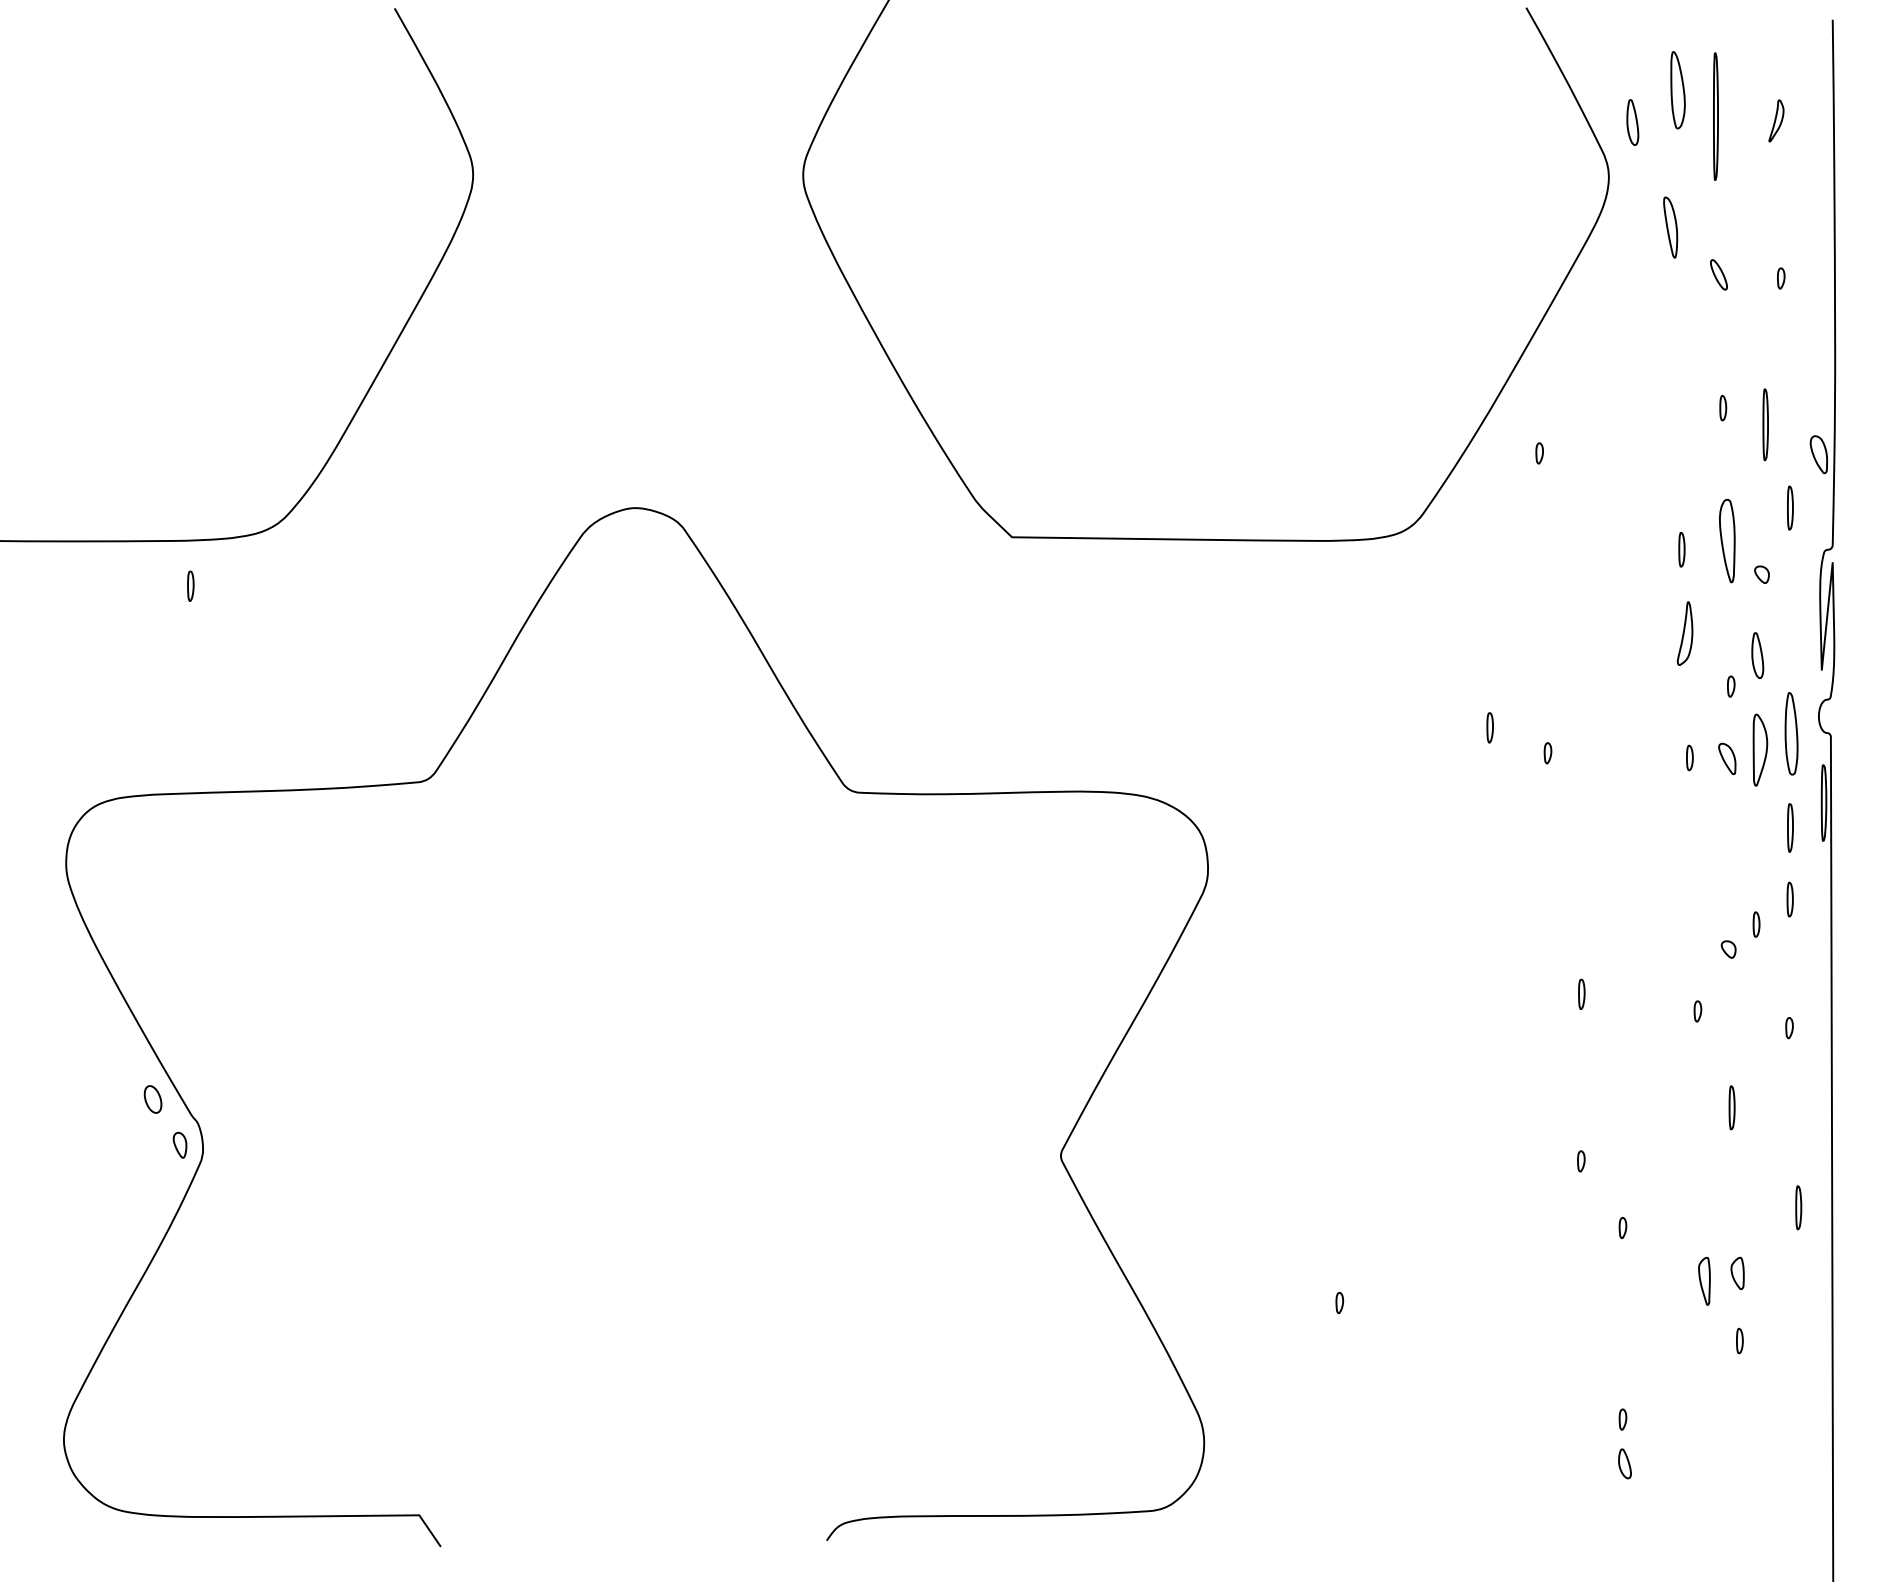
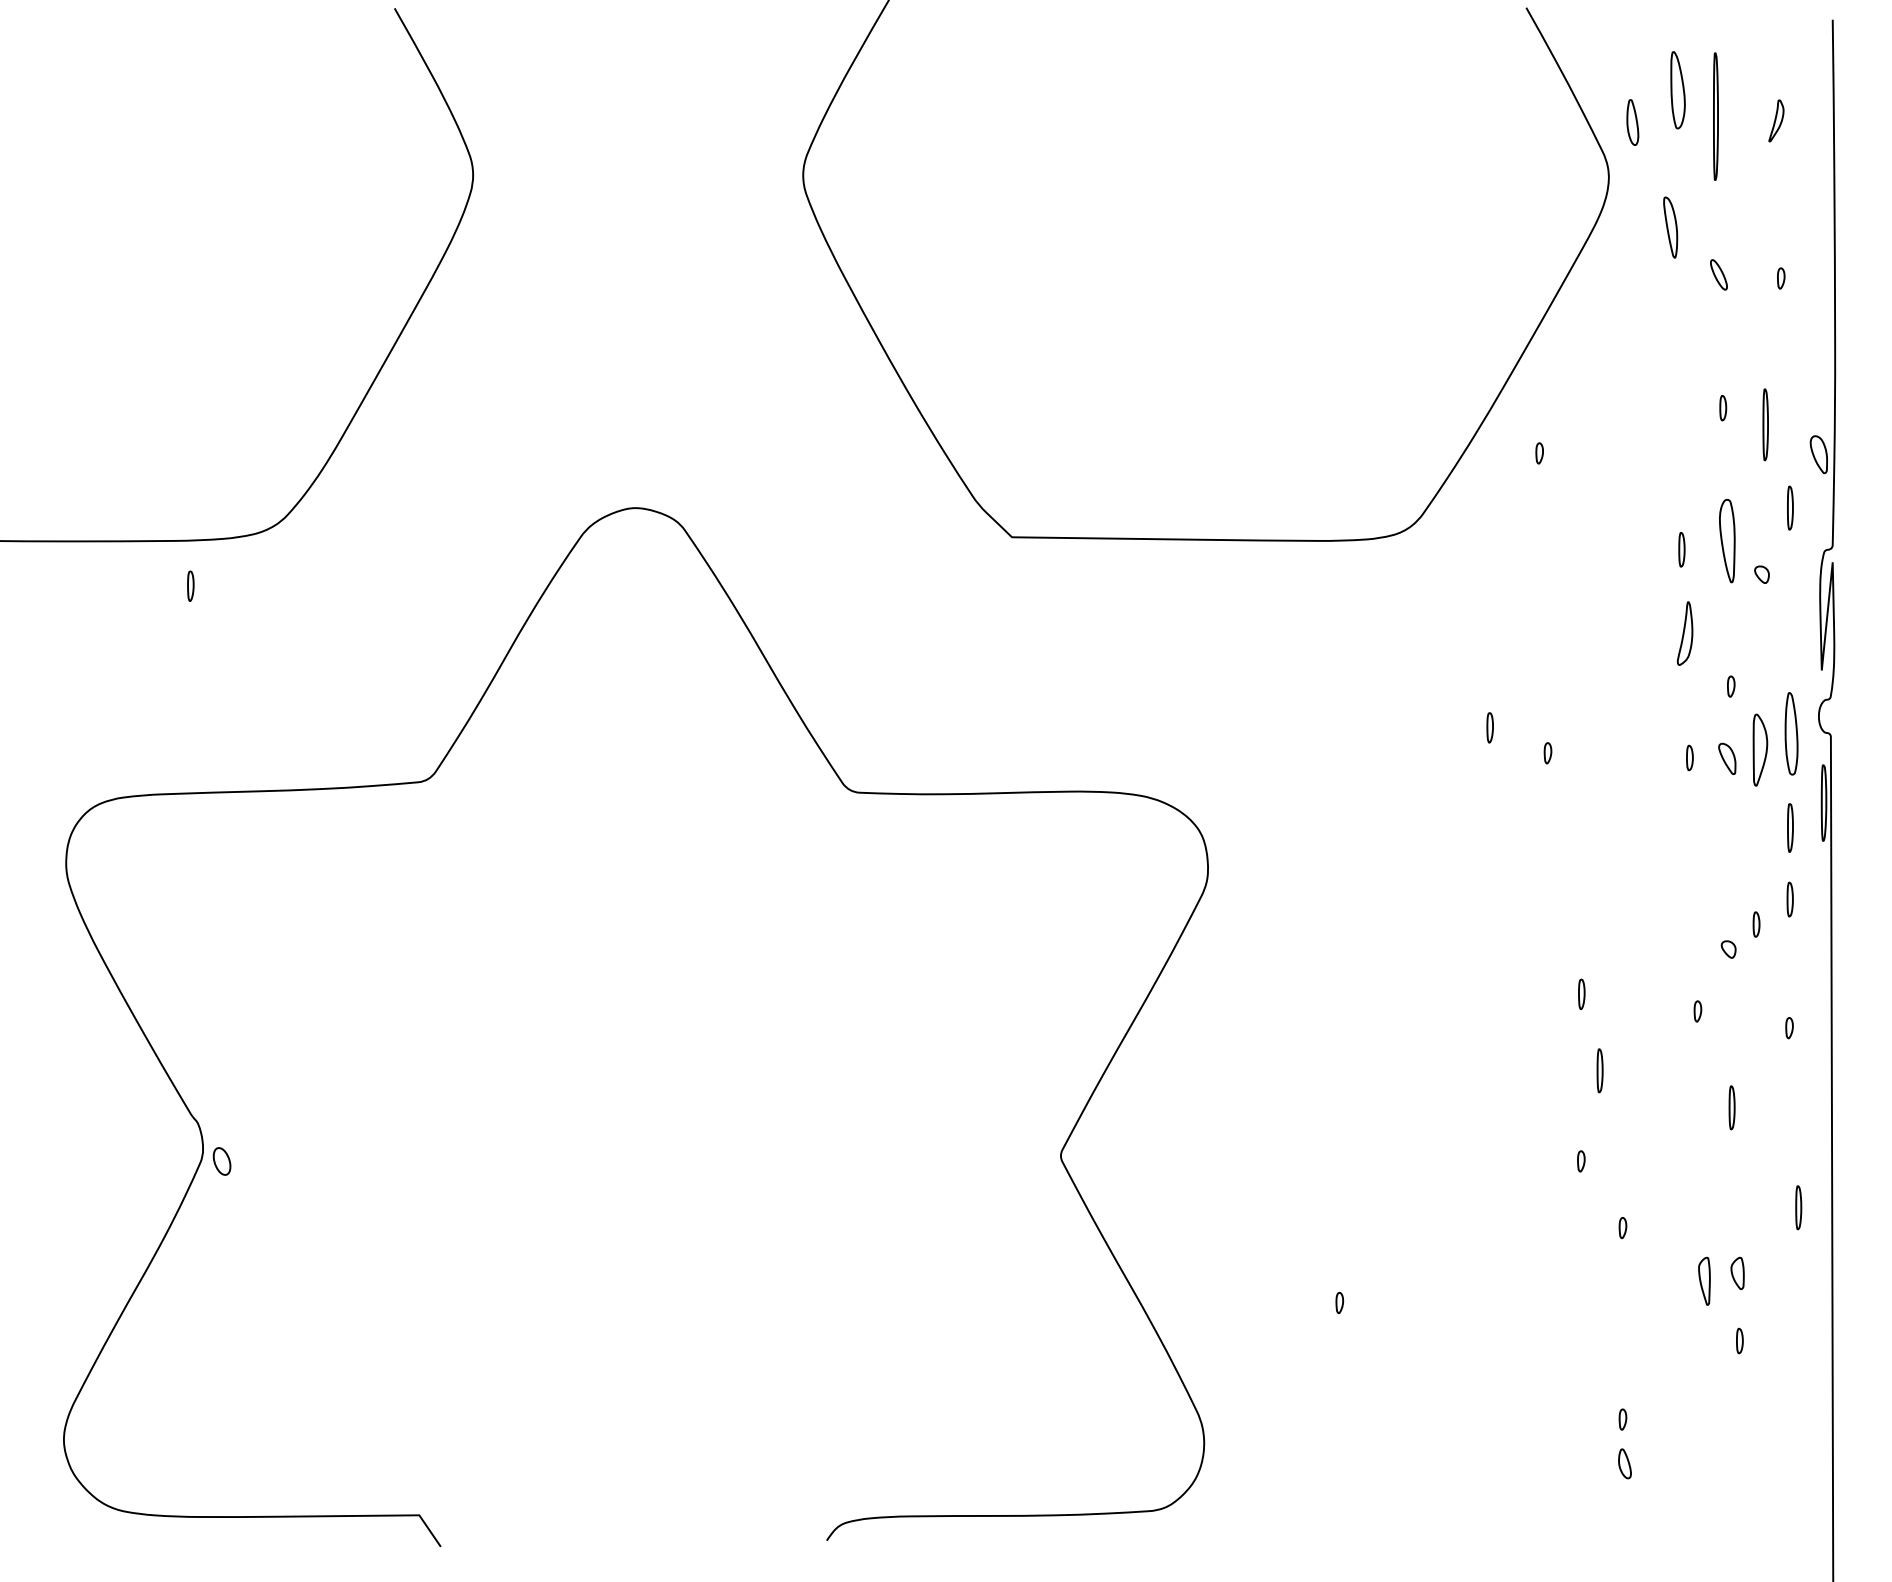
part at (1757, 655): present -> none
part at (1599, 1070): none -> present
part at (152, 1099) position: (152, 1099) -> (221, 1161)
part at (179, 1144): present -> none
